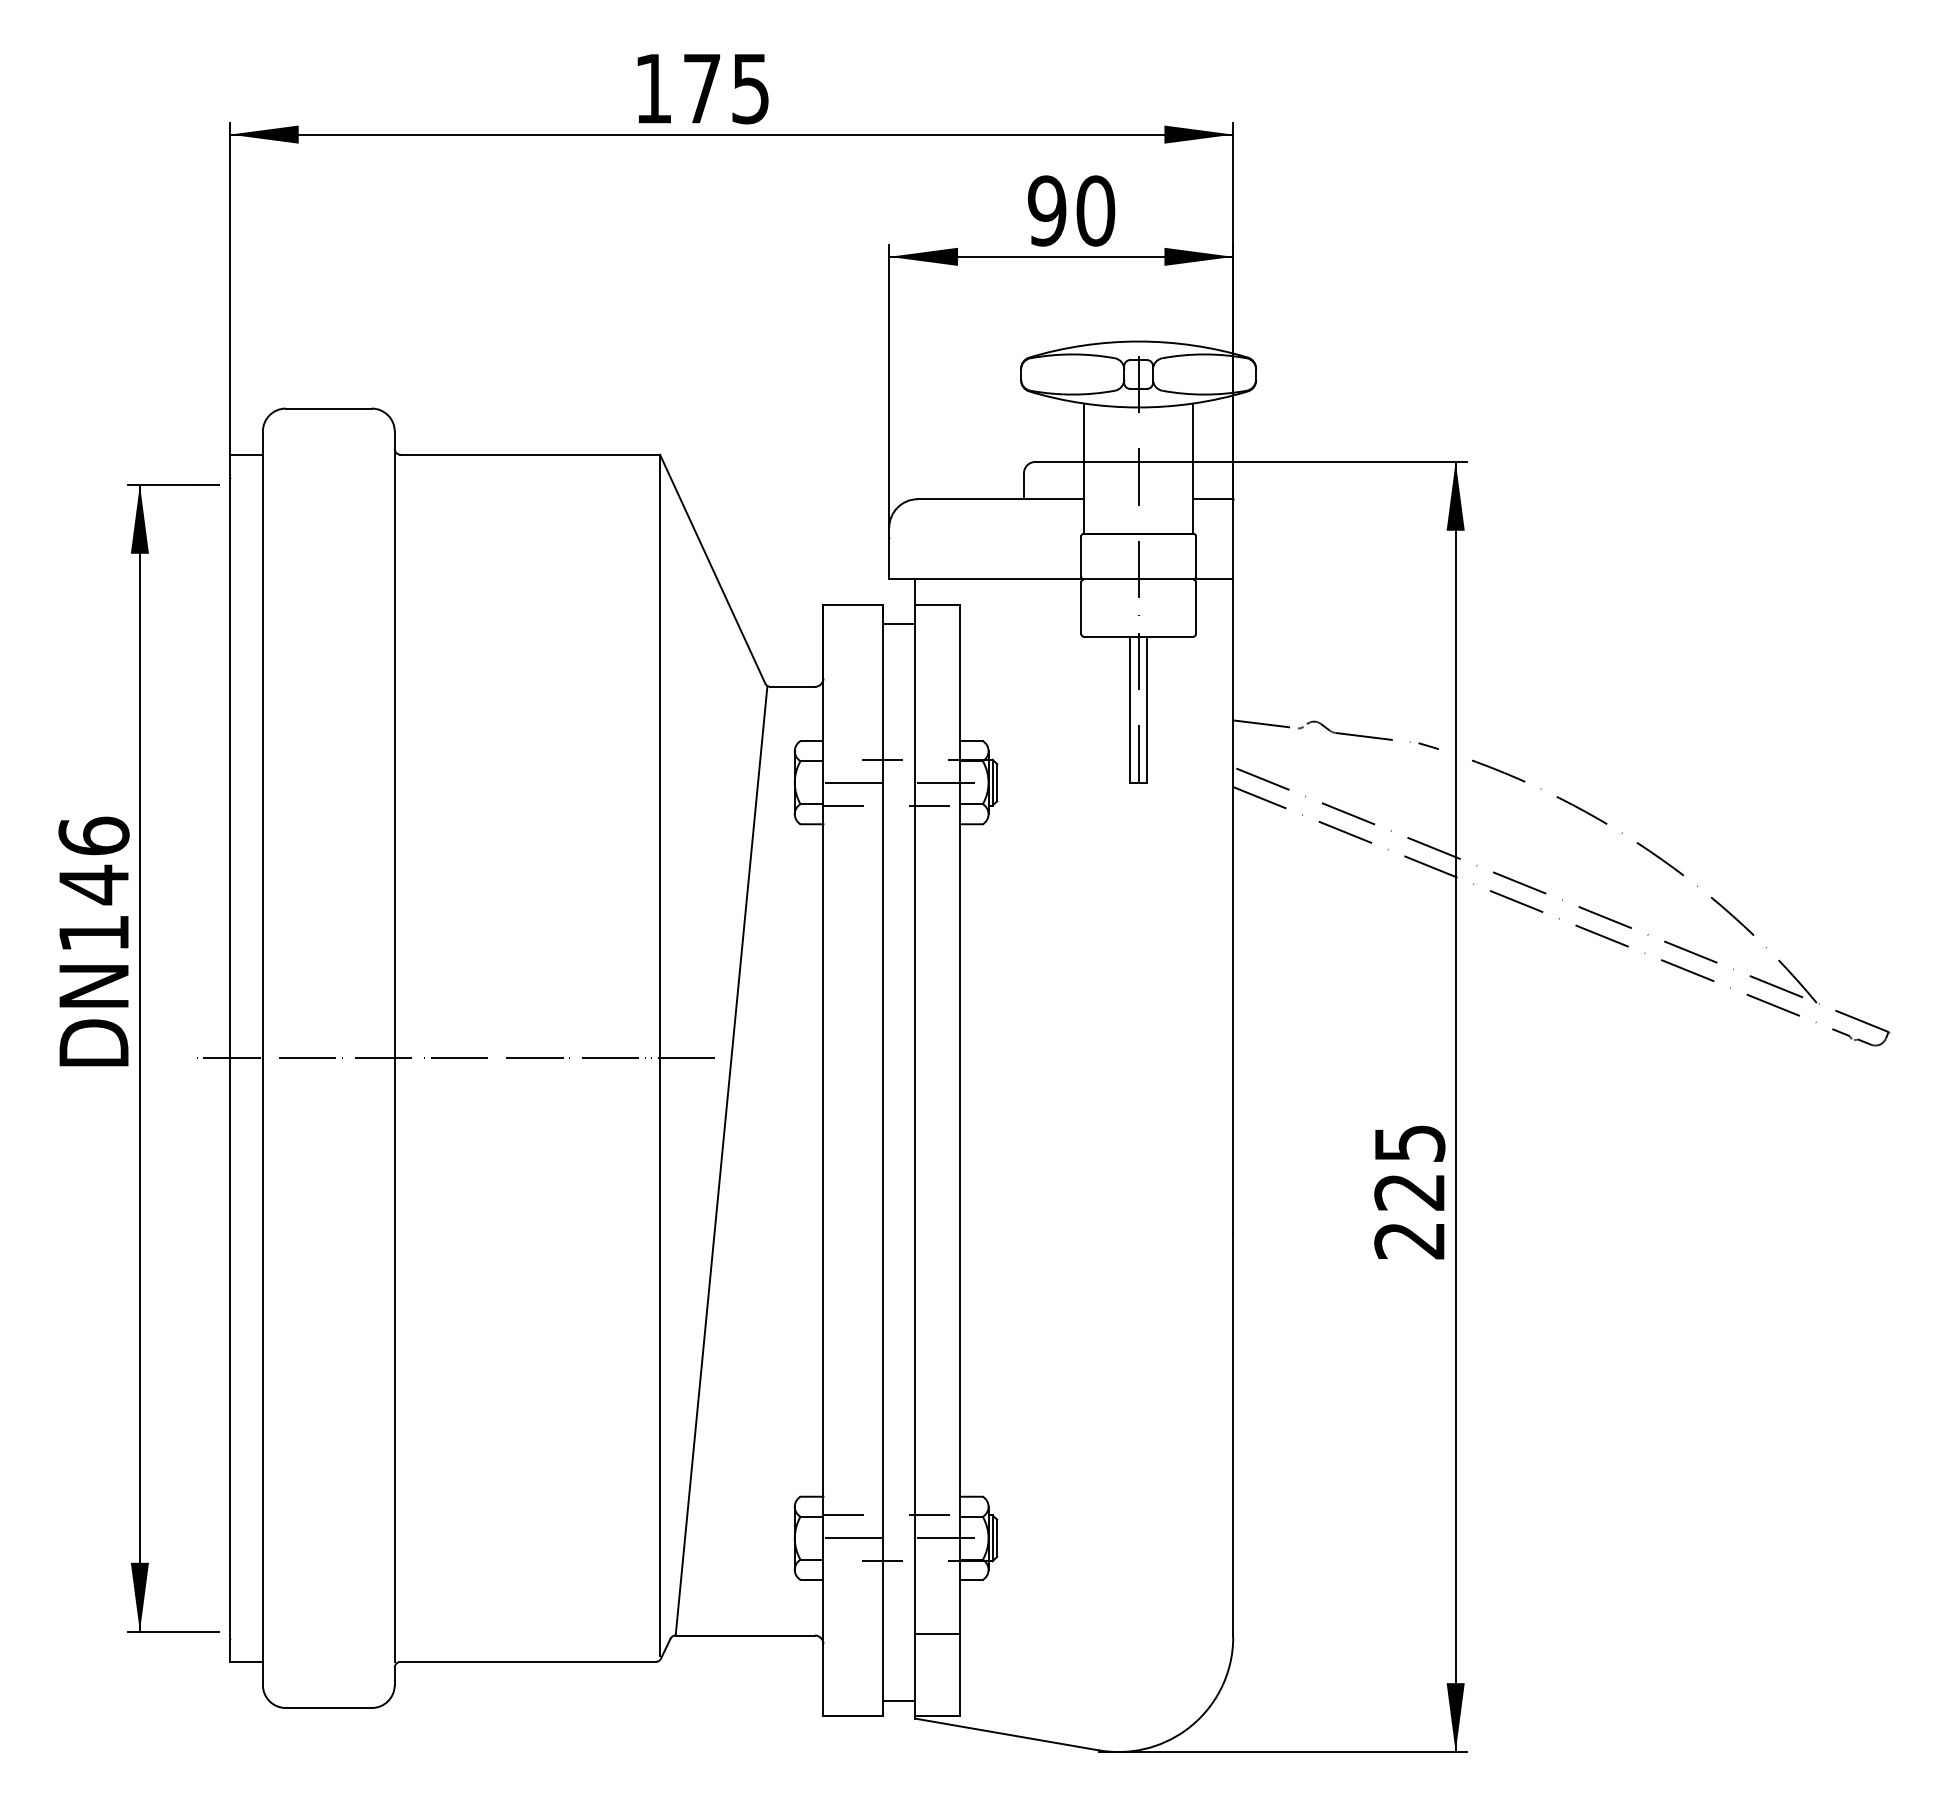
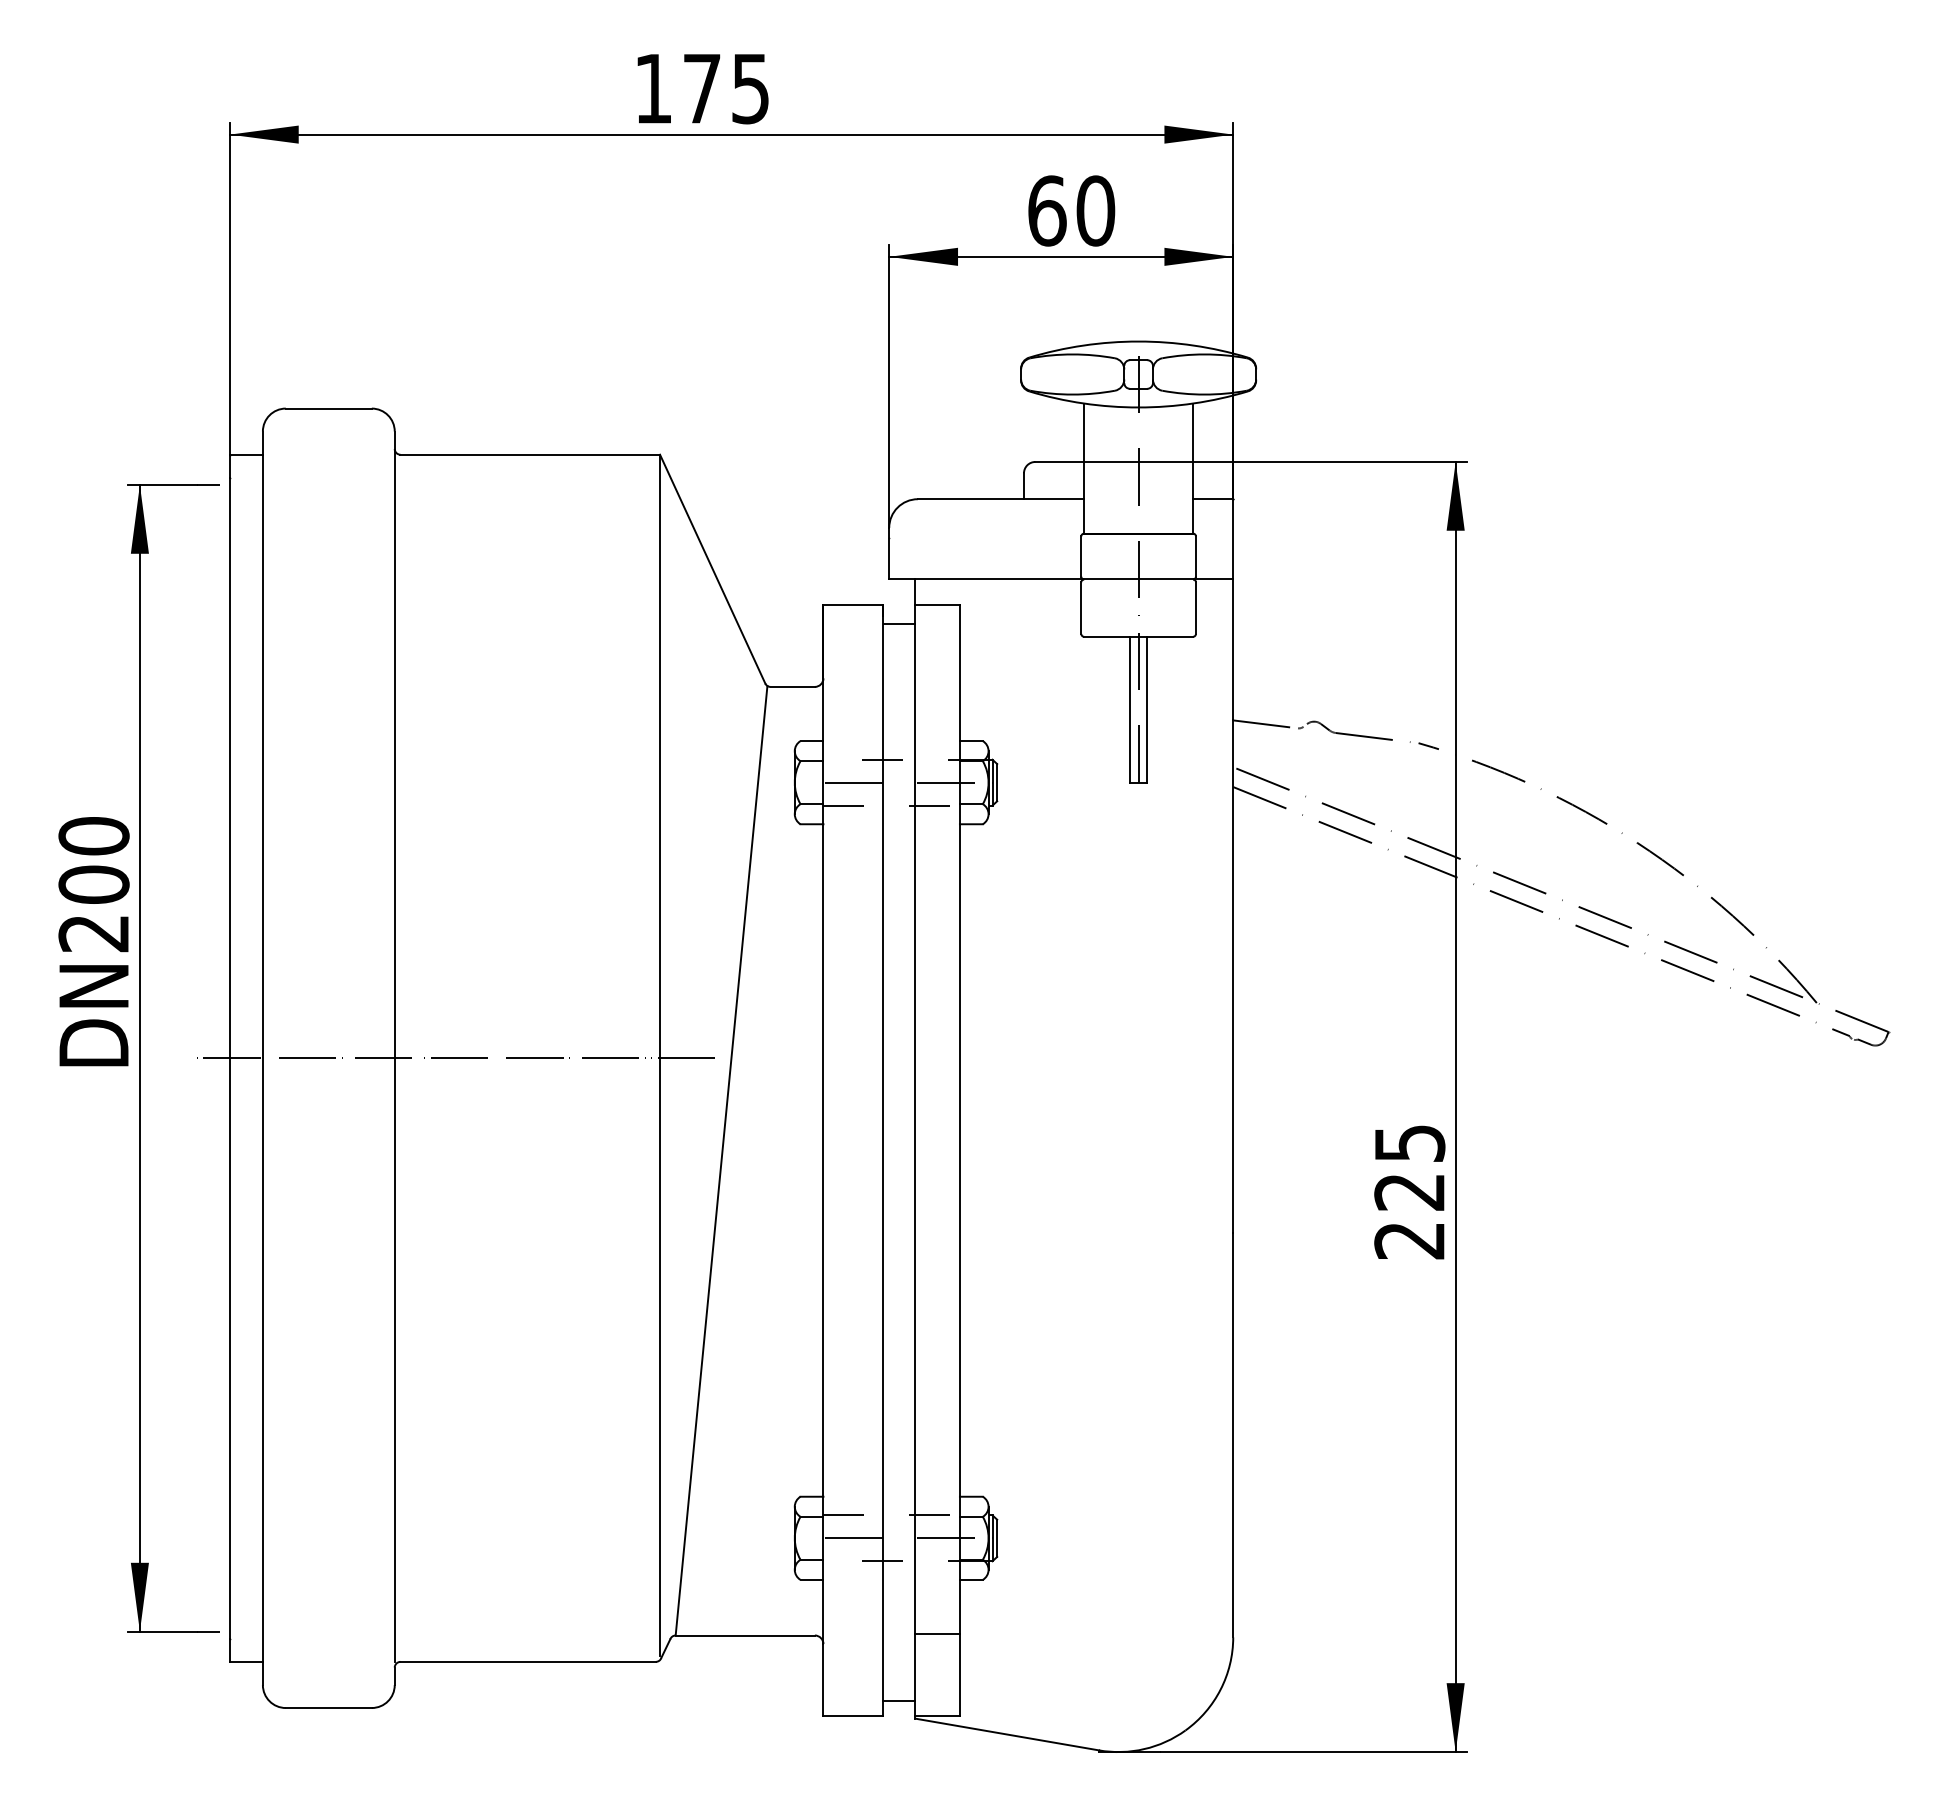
text at (1046, 210): 90 -> 60
text at (93, 884): 146 -> 200
